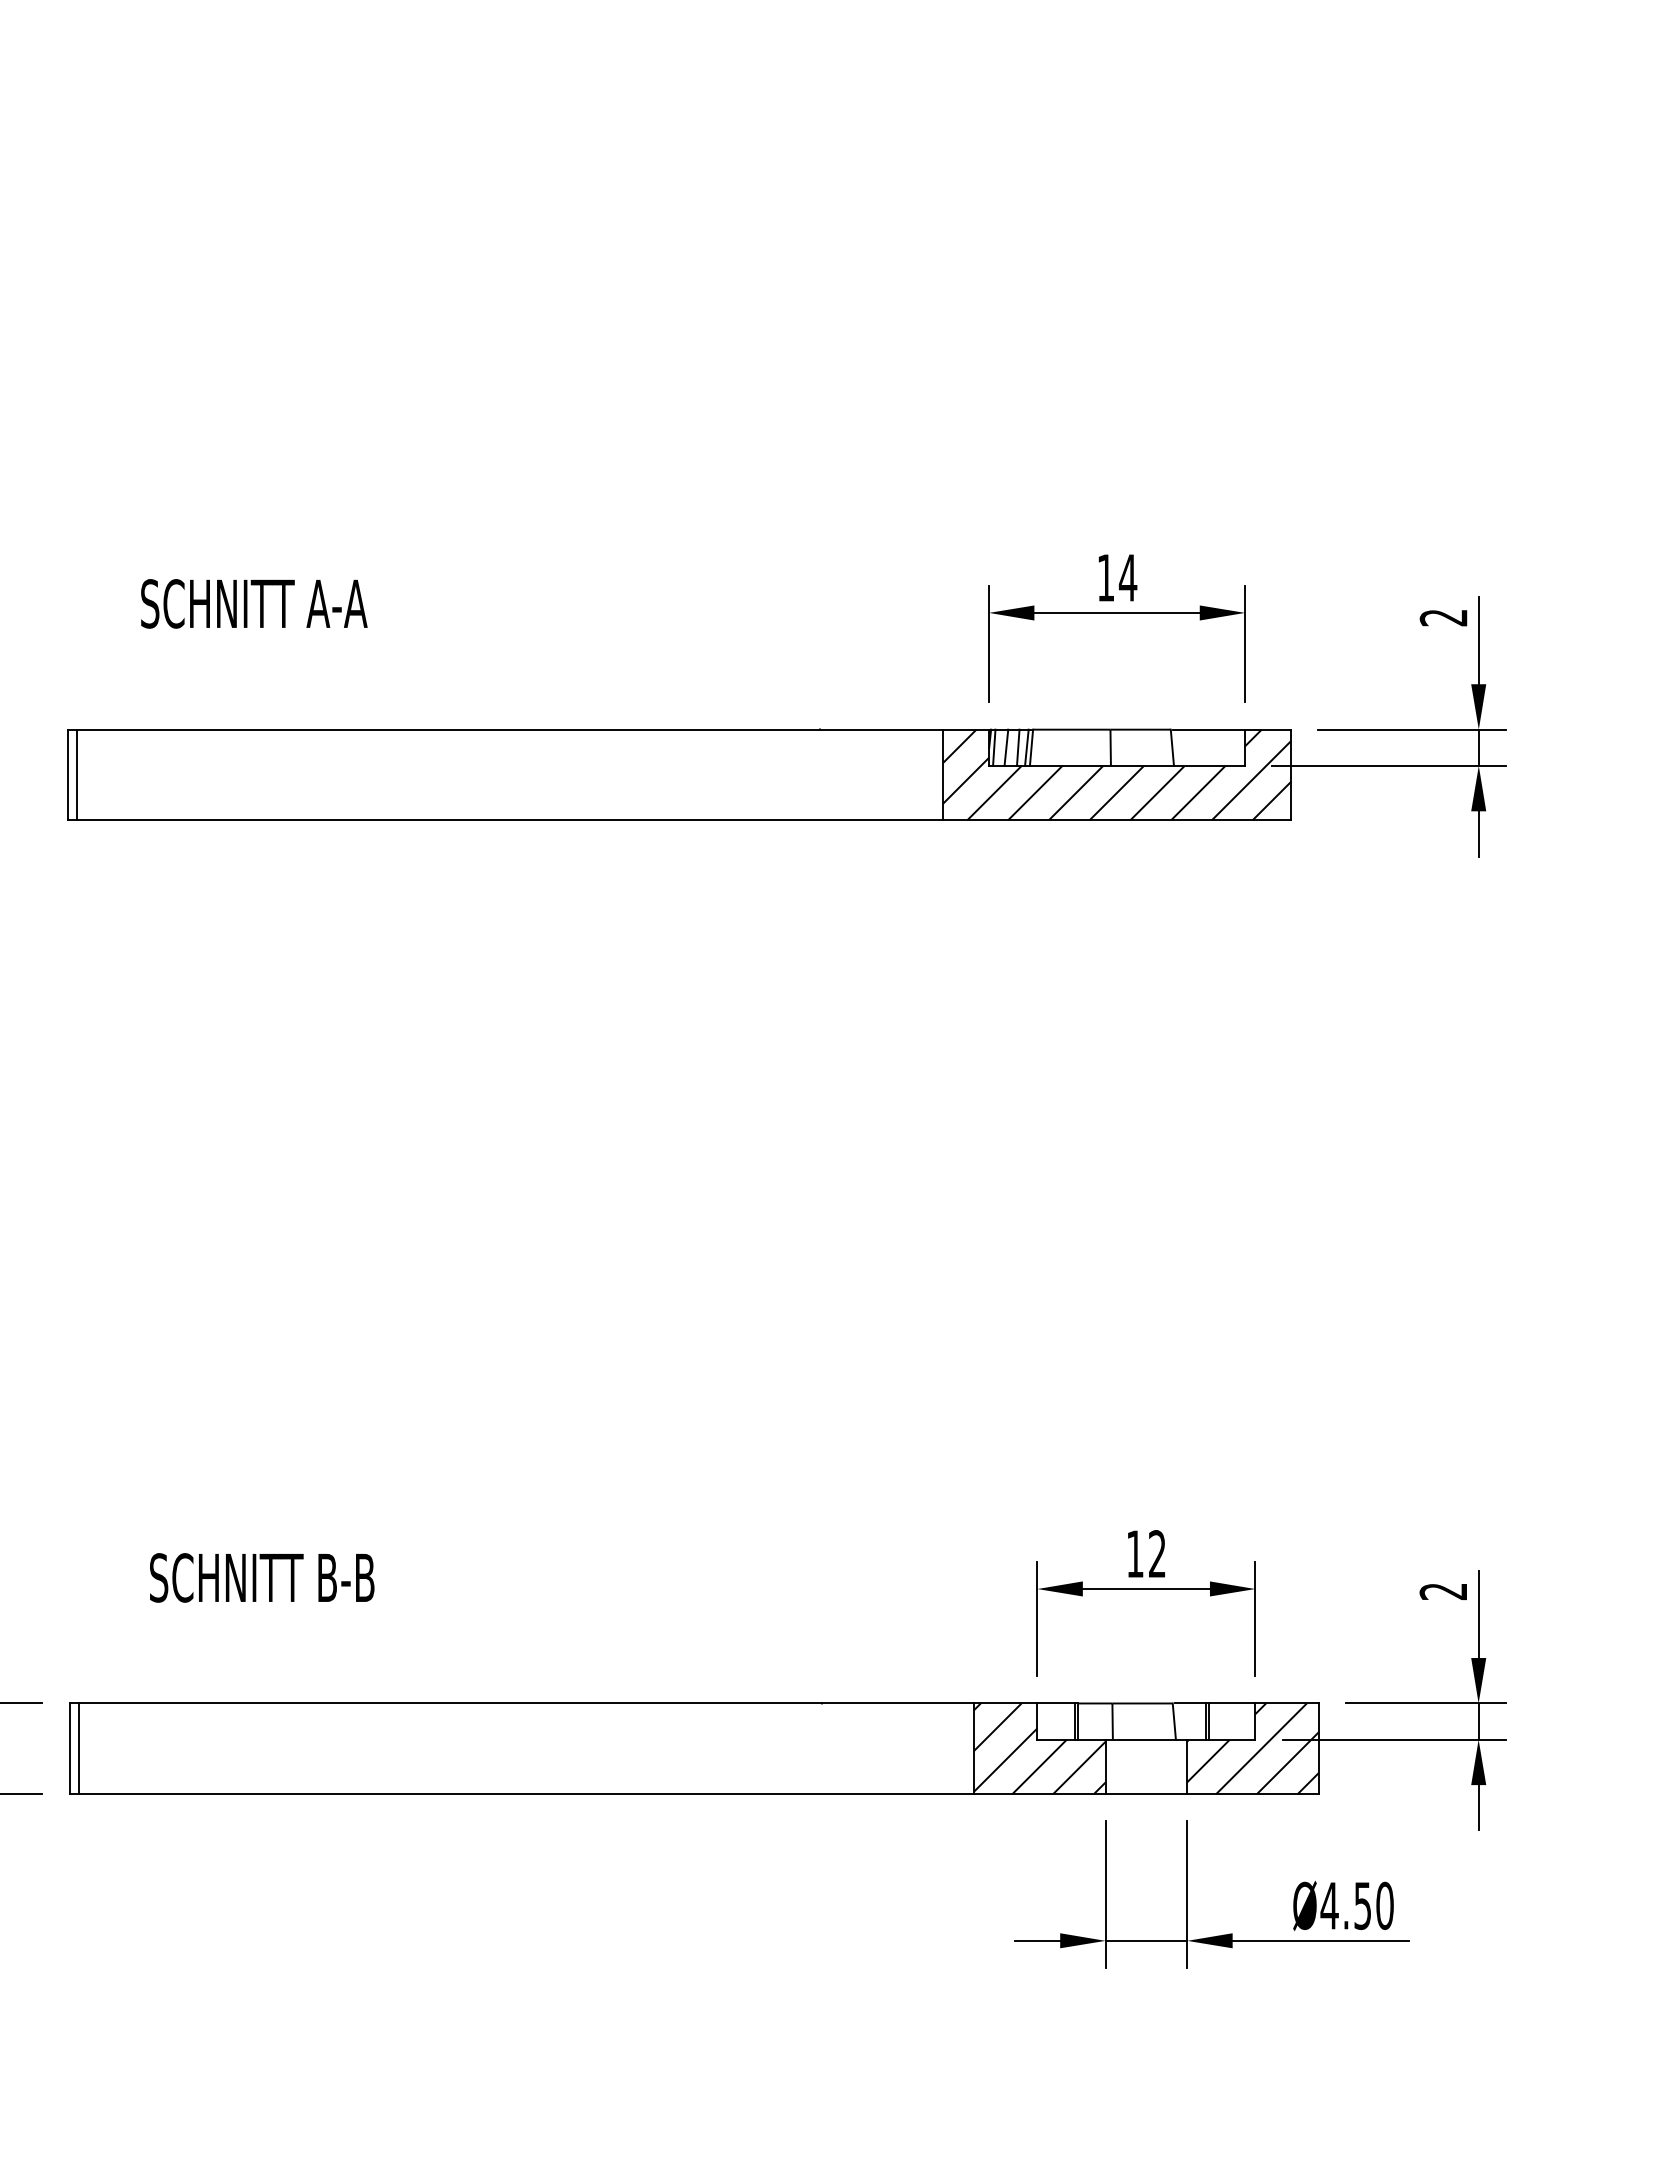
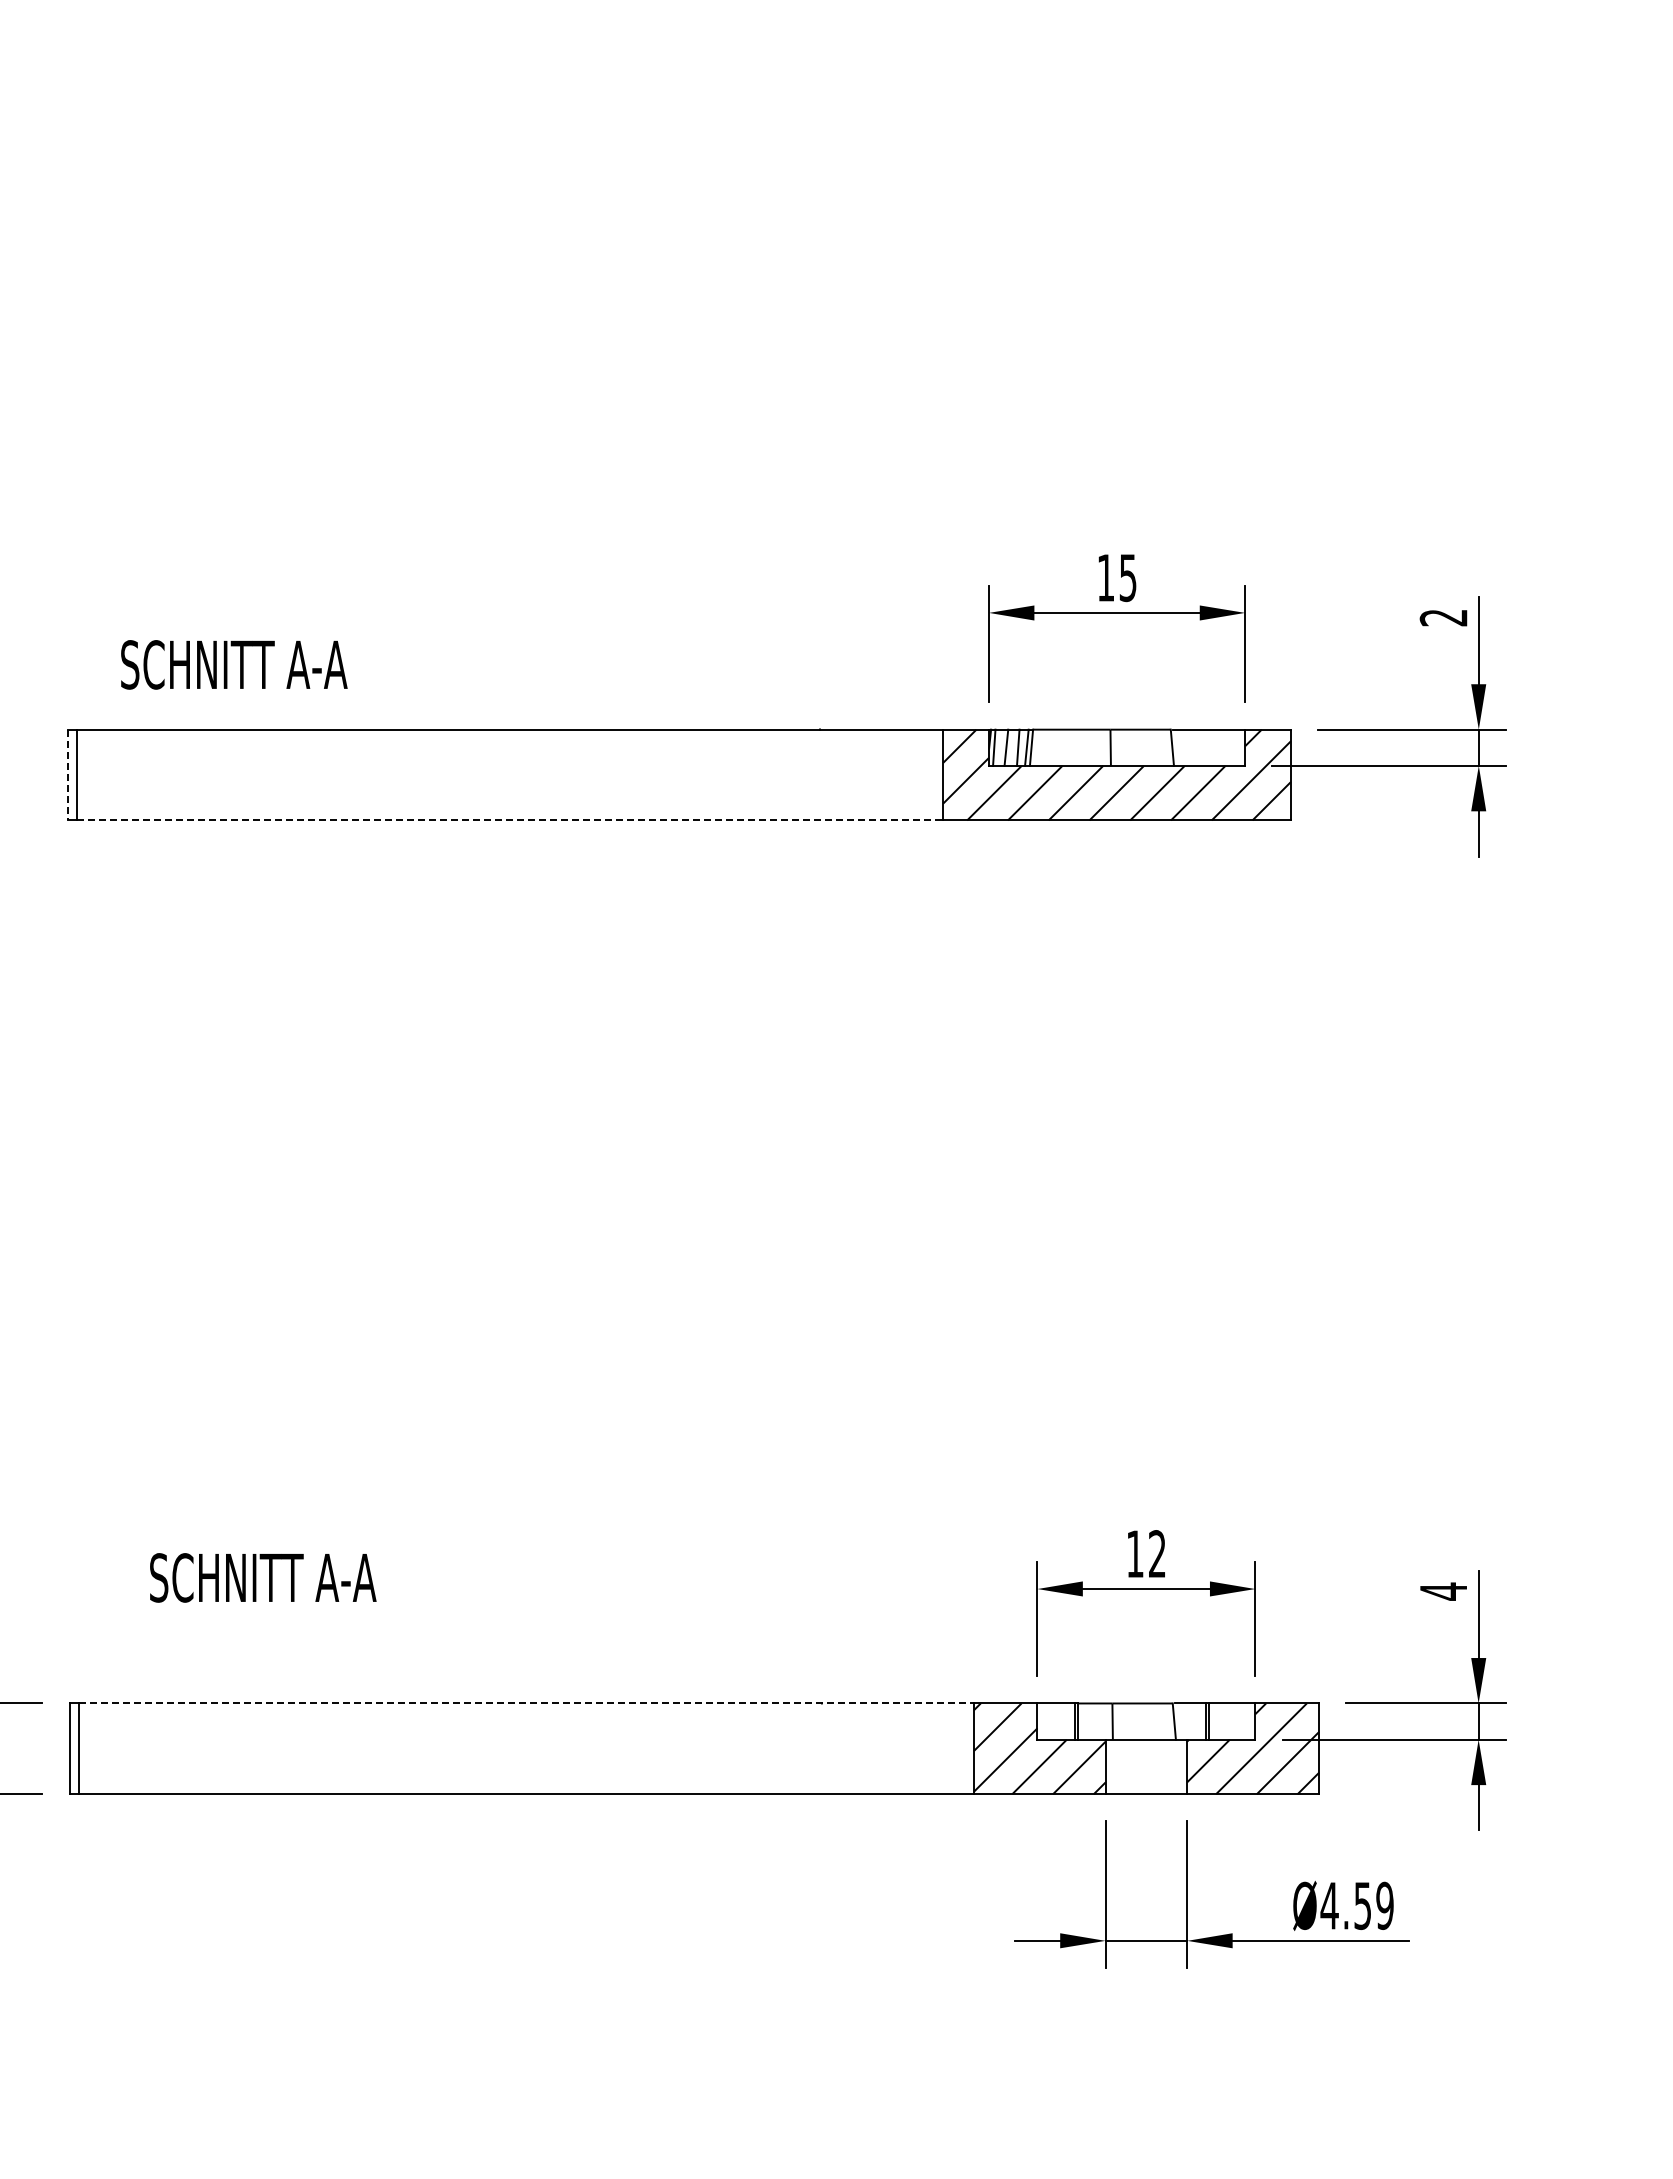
text at (1127, 578): 14 -> 15
text at (254, 603) position: (254, 603) -> (234, 664)
line at (67, 775): solid -> dashed
line at (510, 820): solid -> dashed
text at (345, 1577): SCHNITT B-B -> SCHNITT A-A
text at (1442, 1591): 2 -> 4
line at (526, 1703): solid -> dashed
text at (1384, 1905): Ø4.50 -> Ø4.59
